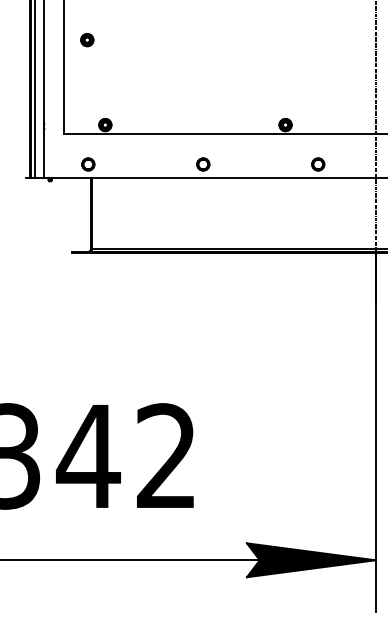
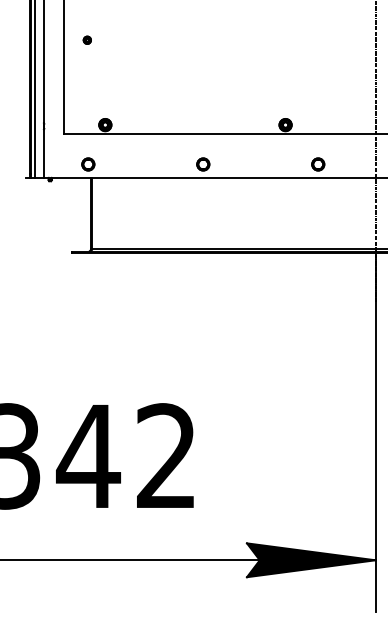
part at (87, 40) size: 15x15 px -> 10x10 px
